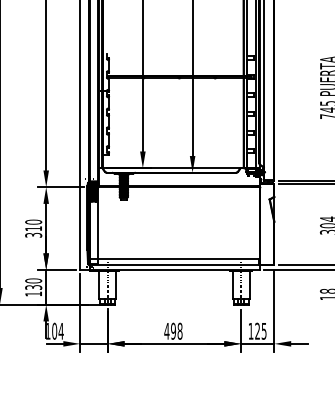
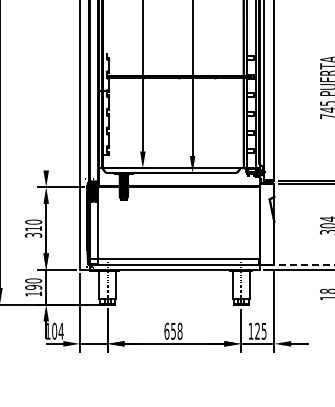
line at (46, 86): present -> none
line at (306, 265): solid -> dashed
text at (33, 287): 130 -> 190
text at (170, 330): 498 -> 658
